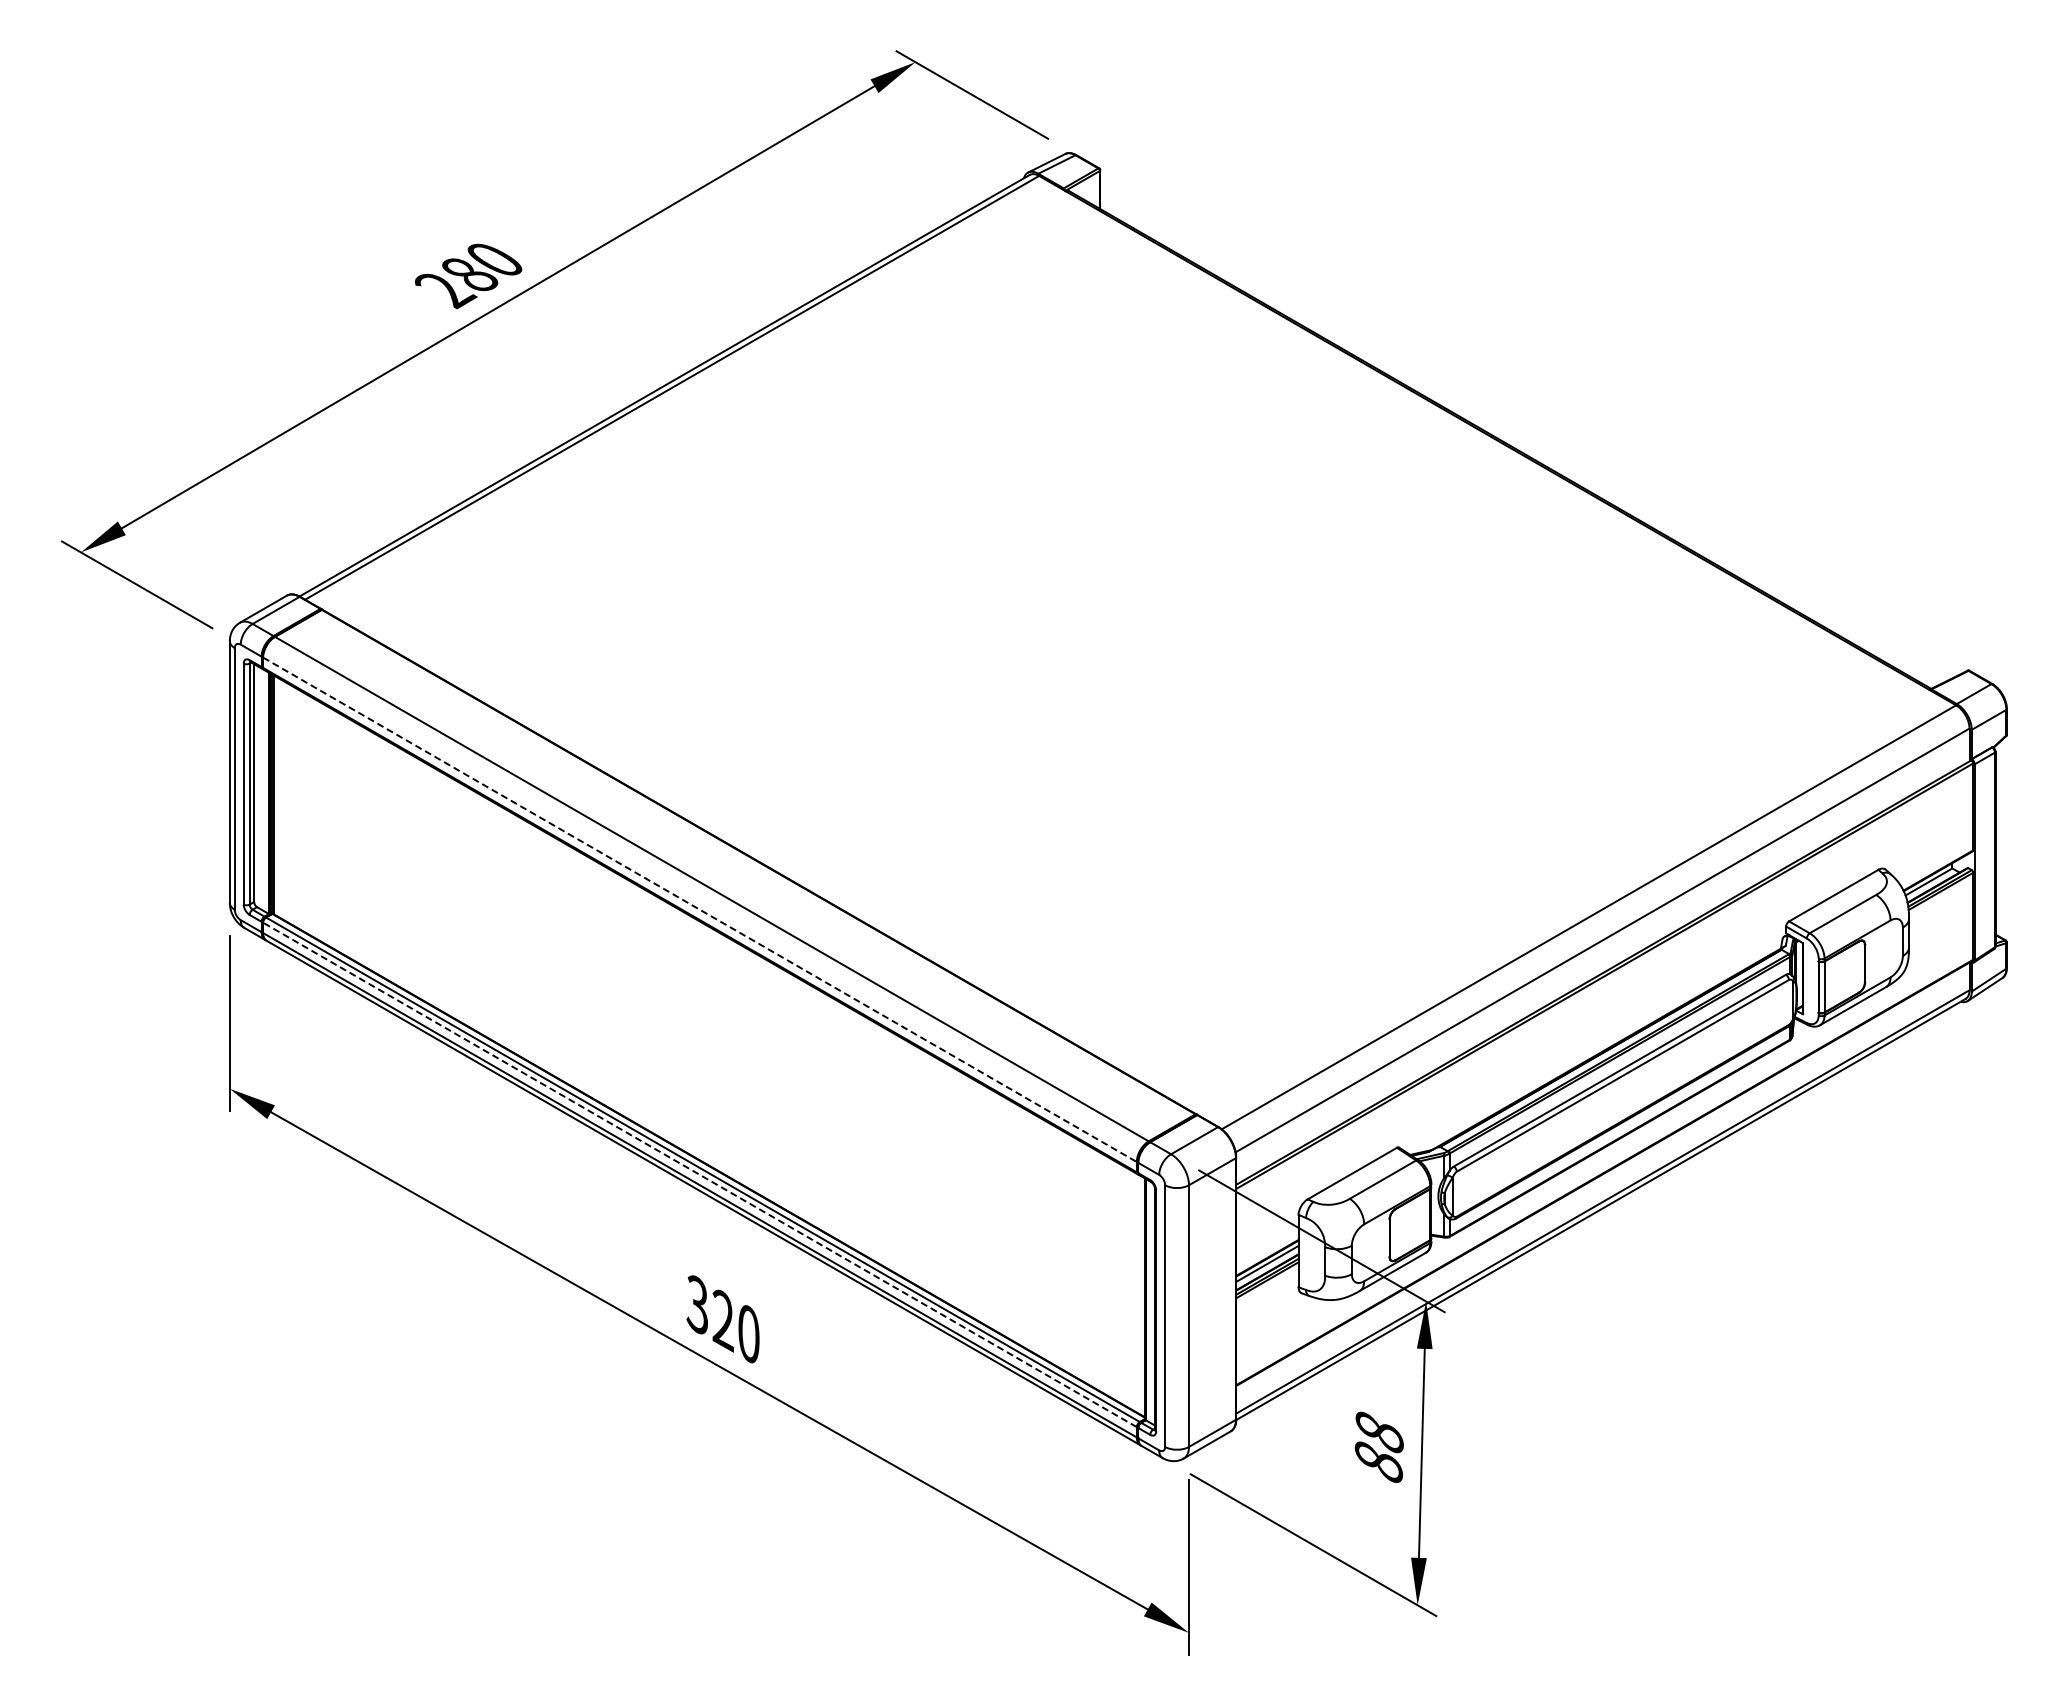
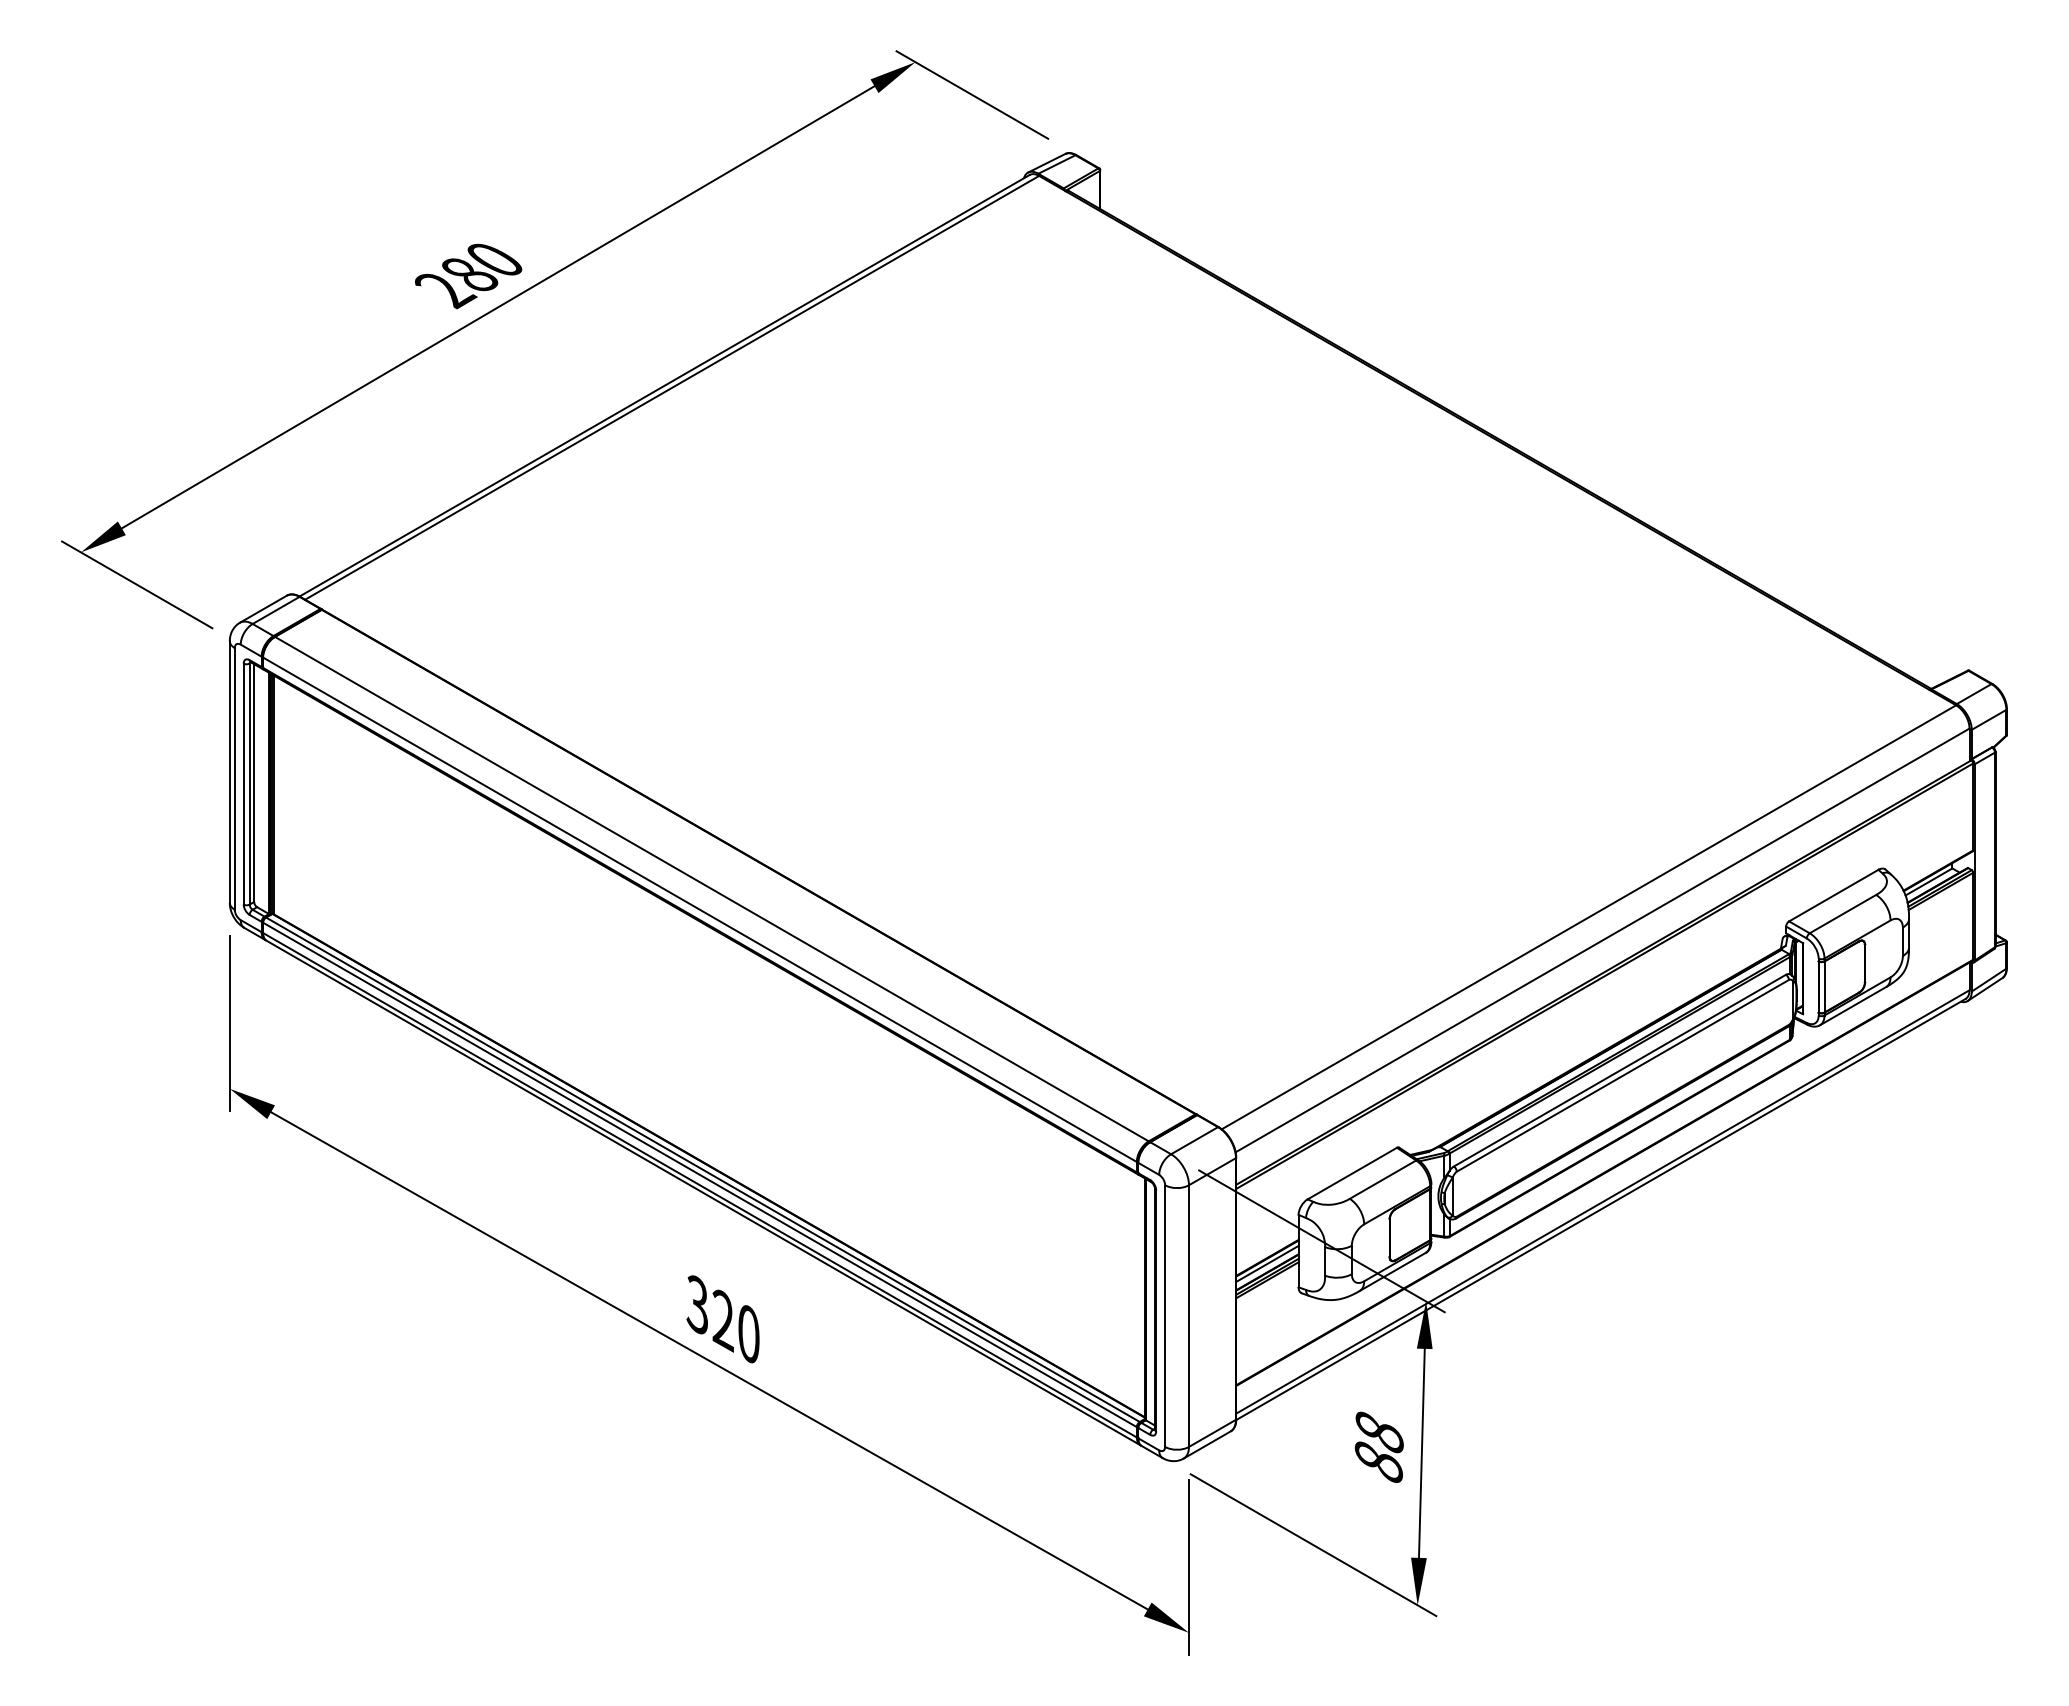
line at (700, 910): dashed -> solid
line at (699, 1174): dashed -> solid
